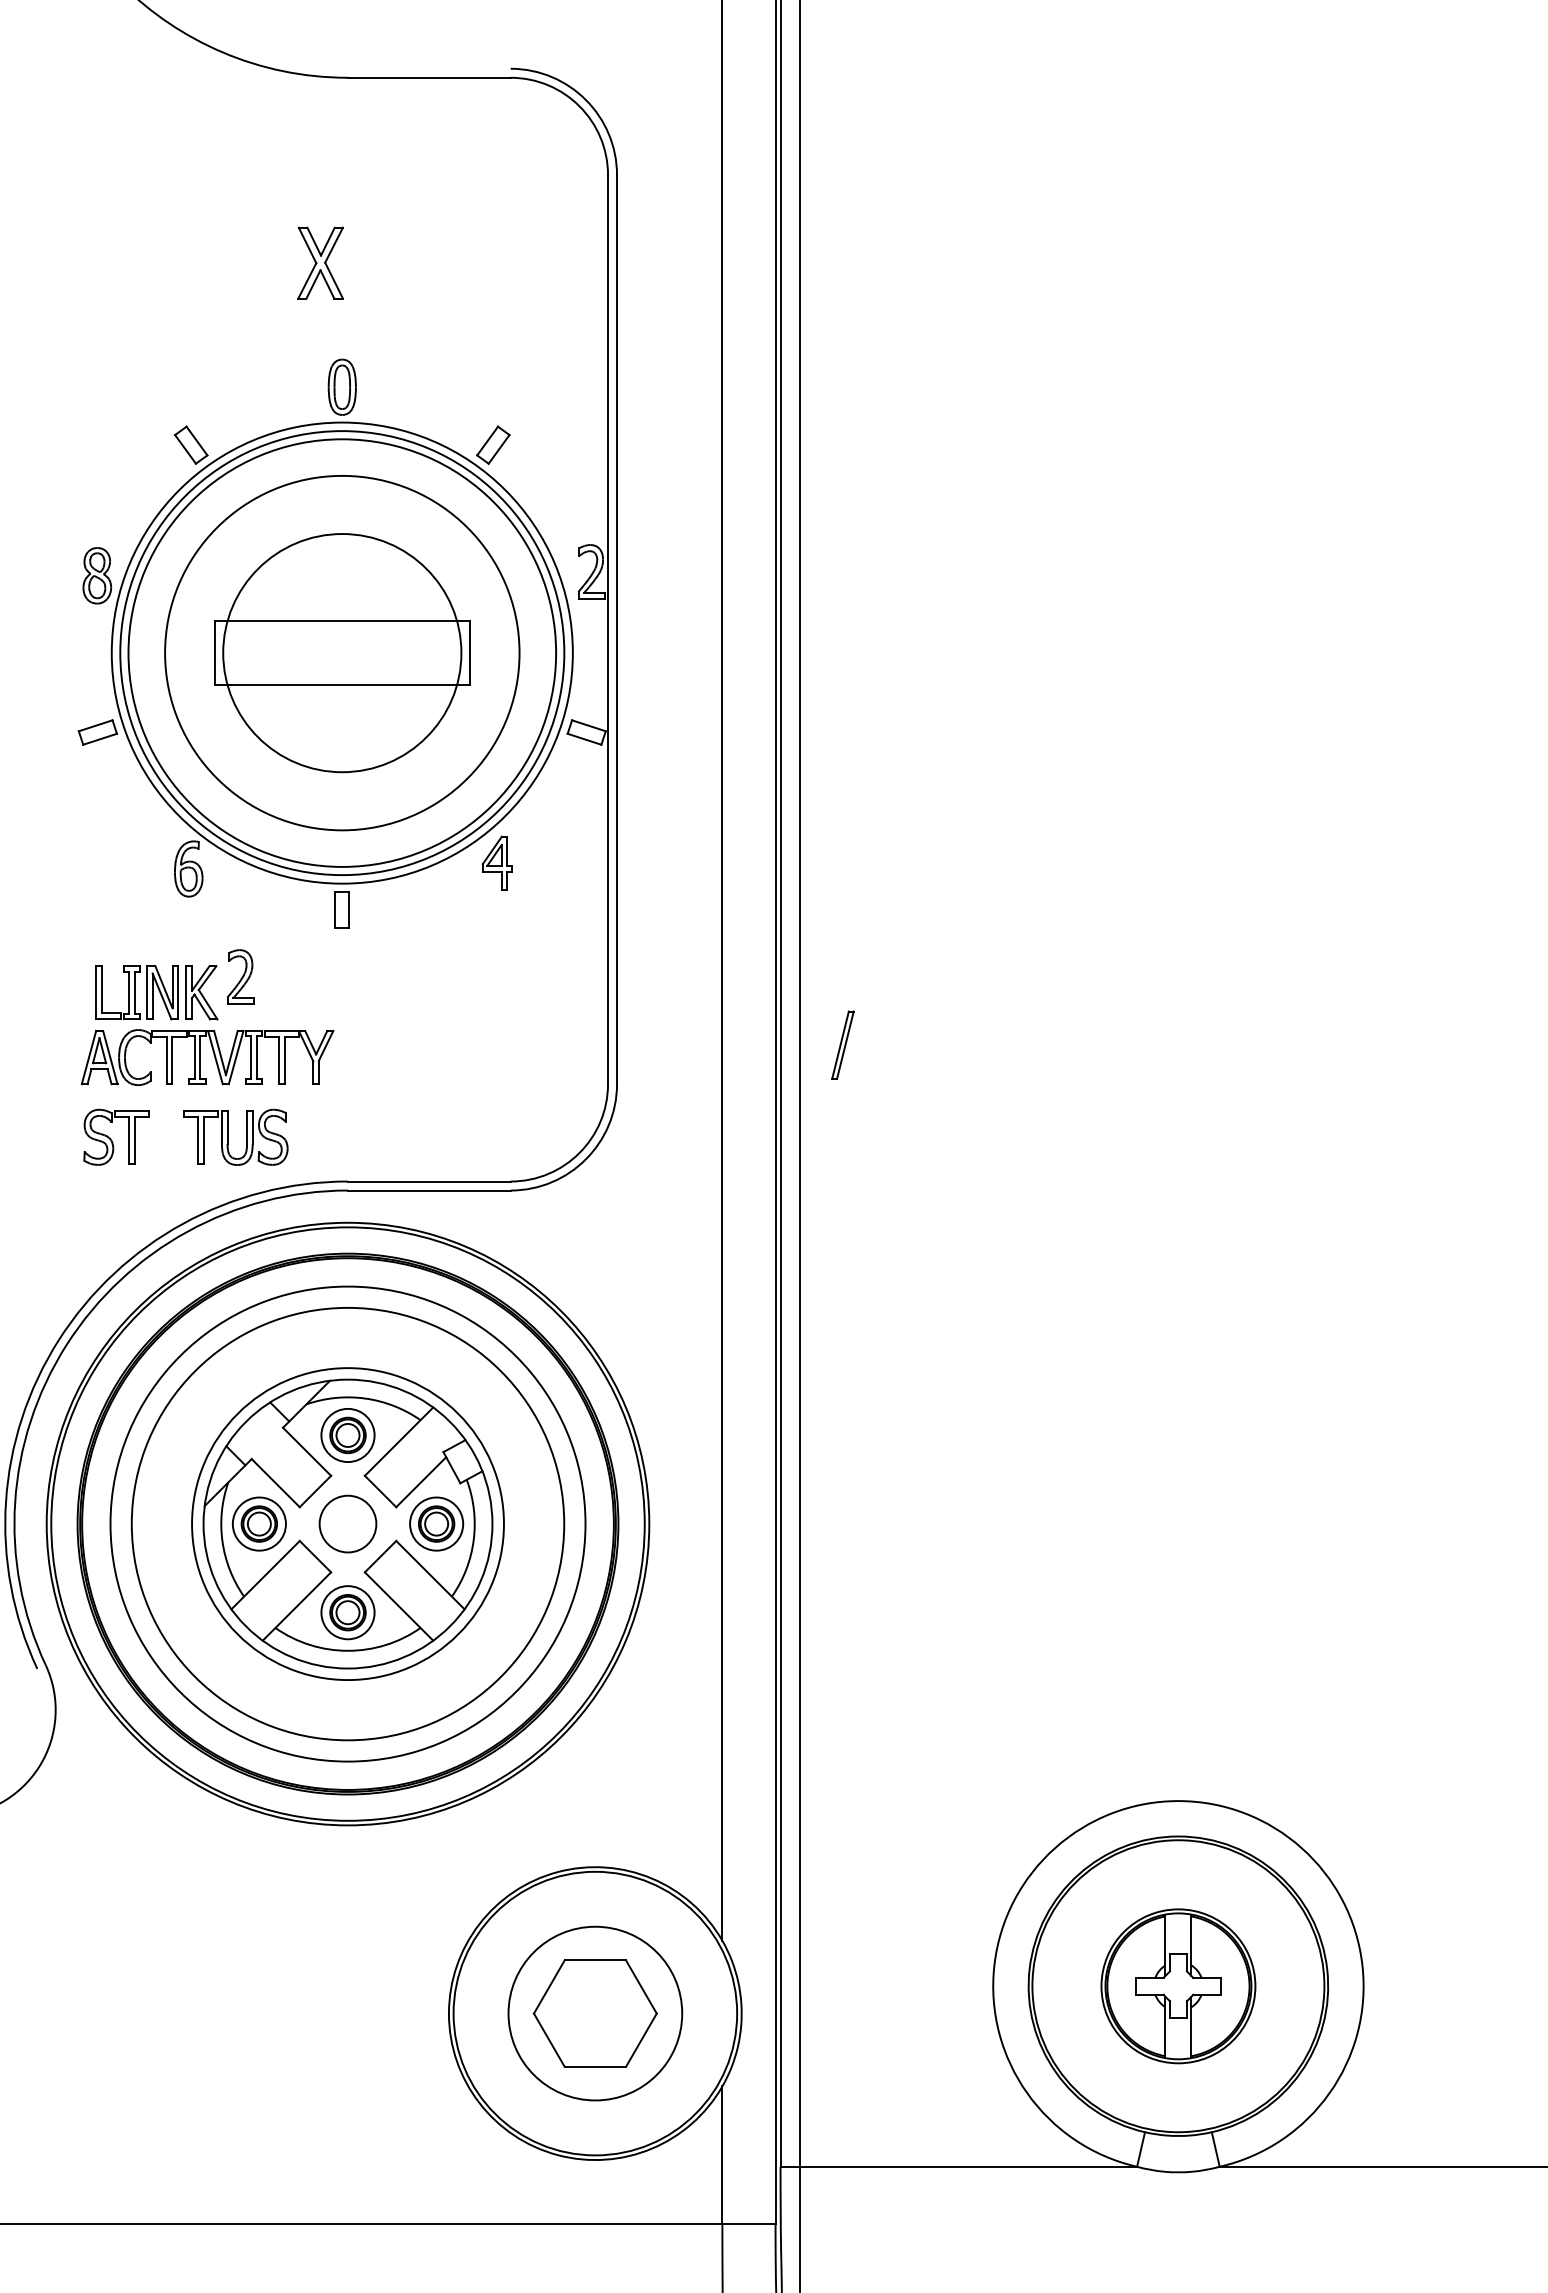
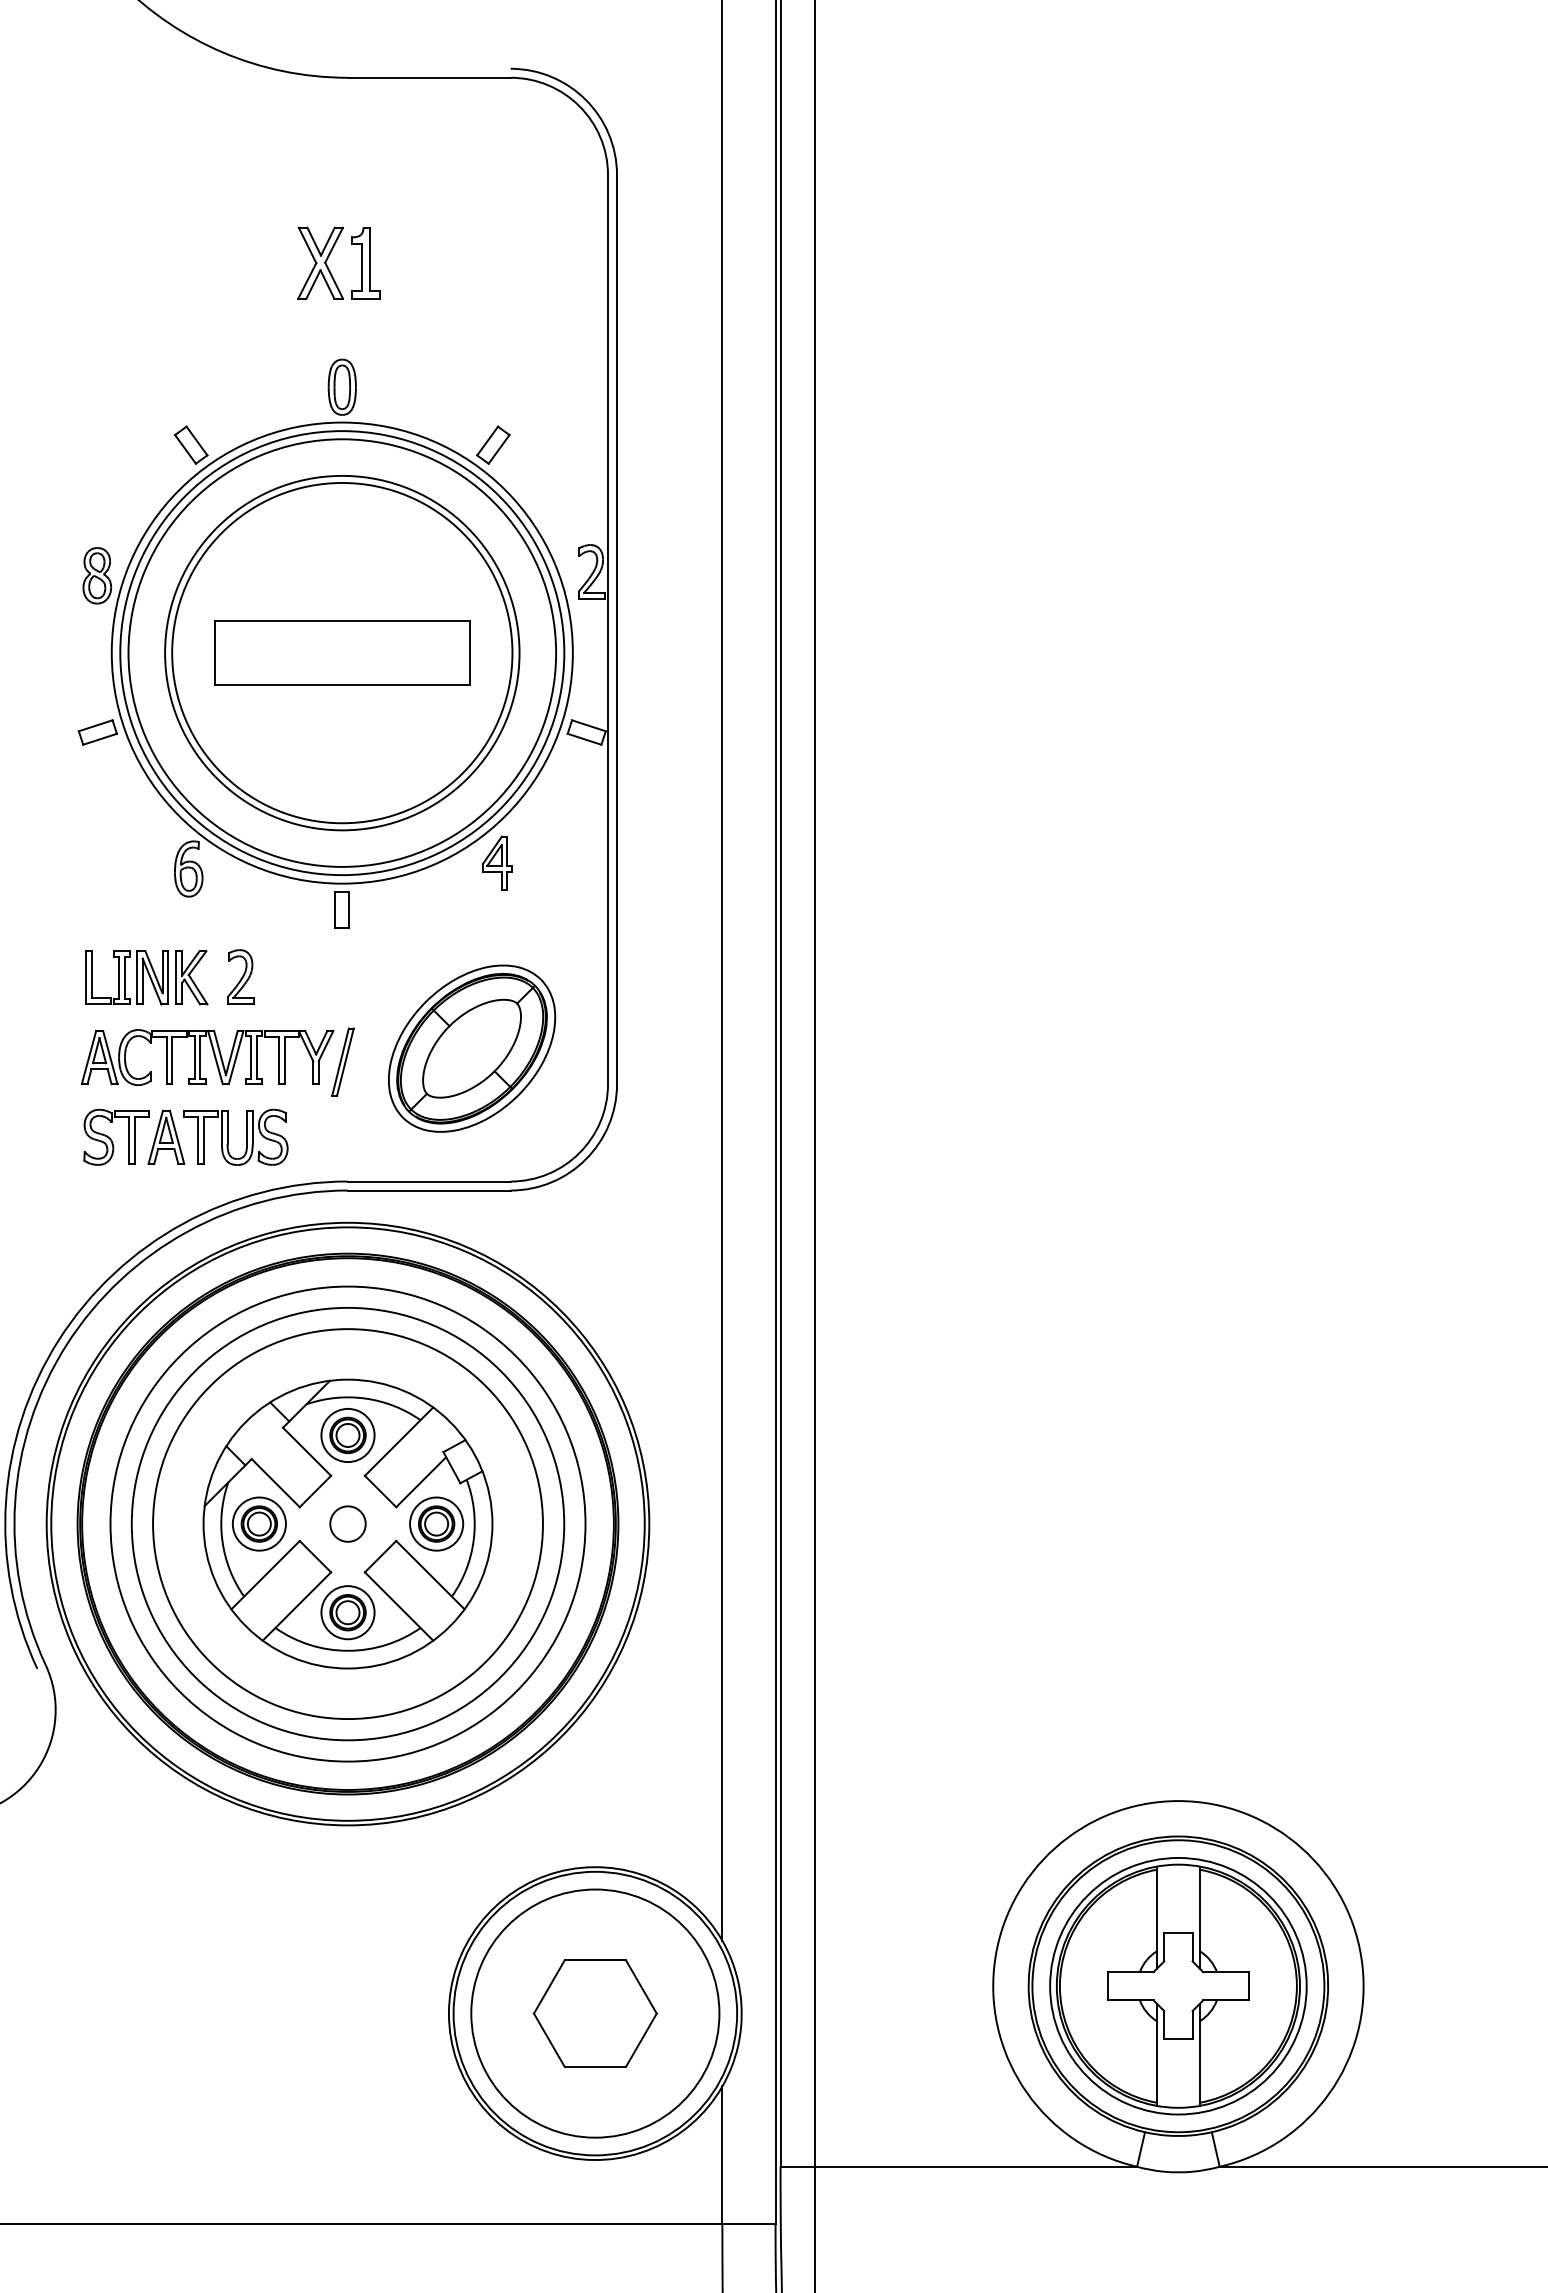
part at (365, 263): none -> present
circle at (342, 653) diameter: 238 px -> 340 px
part at (156, 992) position: (156, 992) -> (146, 977)
part at (842, 1044) position: (842, 1044) -> (342, 1061)
part at (472, 1048): none -> present
part at (166, 1136): none -> present
line at (800, 1145) position: (800, 1145) -> (815, 1145)
circle at (347, 1523) diameter: 57 px -> 35 px
circle at (347, 1524) diameter: 312 px -> 390 px
part at (1178, 1986) size: 157x157 px -> 259x259 px
circle at (595, 2013) diameter: 174 px -> 248 px
